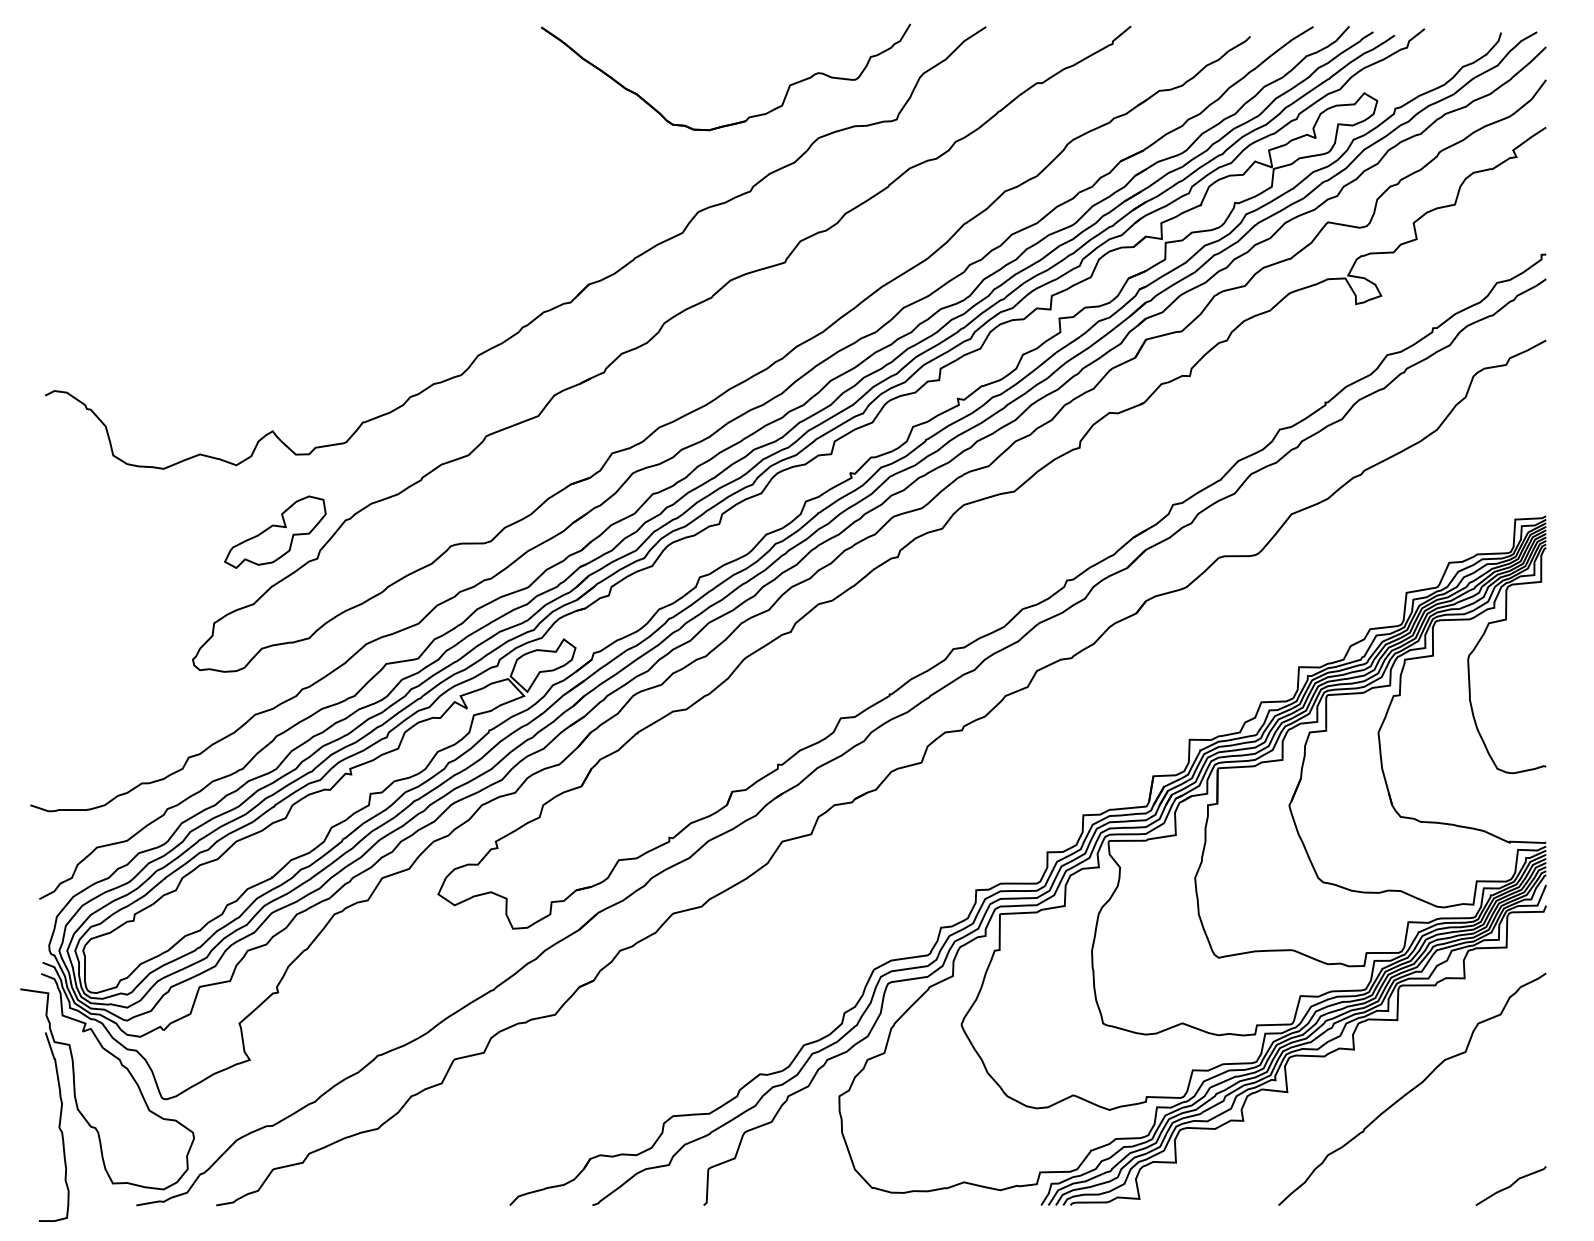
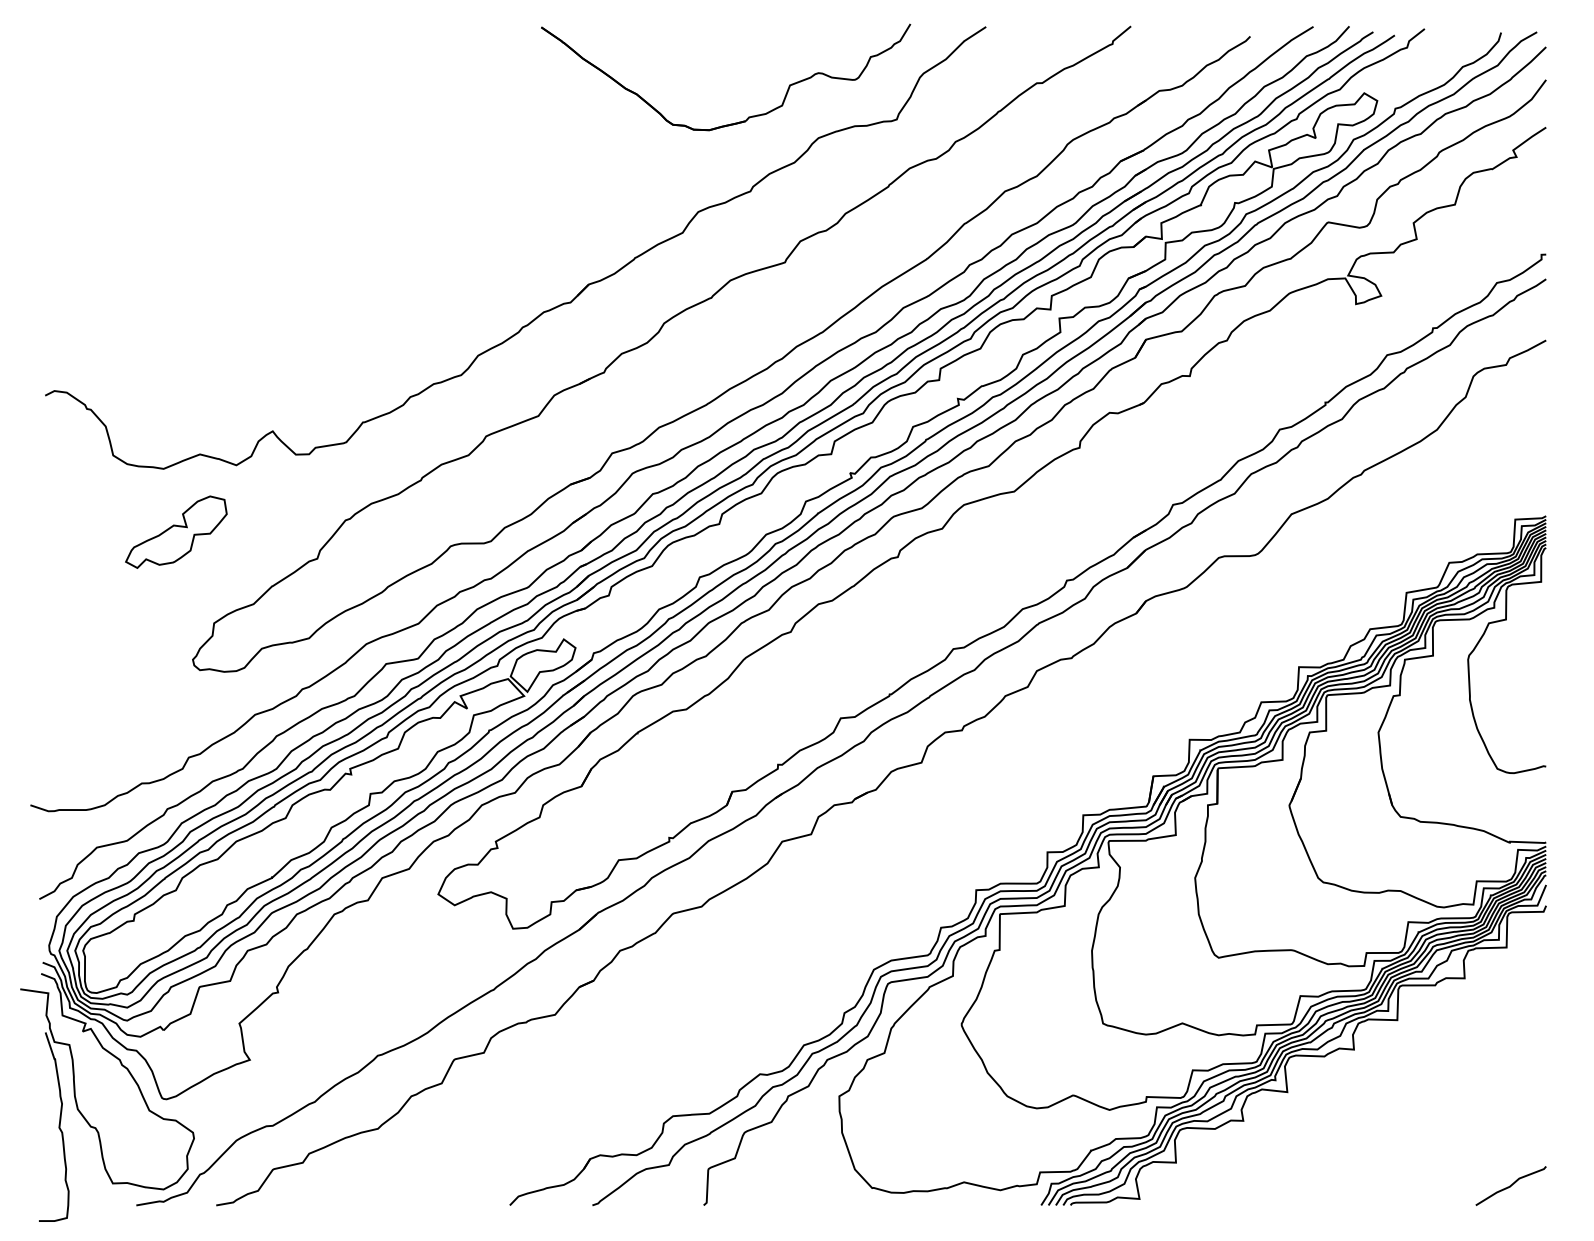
part at (275, 531) position: (275, 531) -> (176, 531)
curve at (1412, 1088): present -> none
